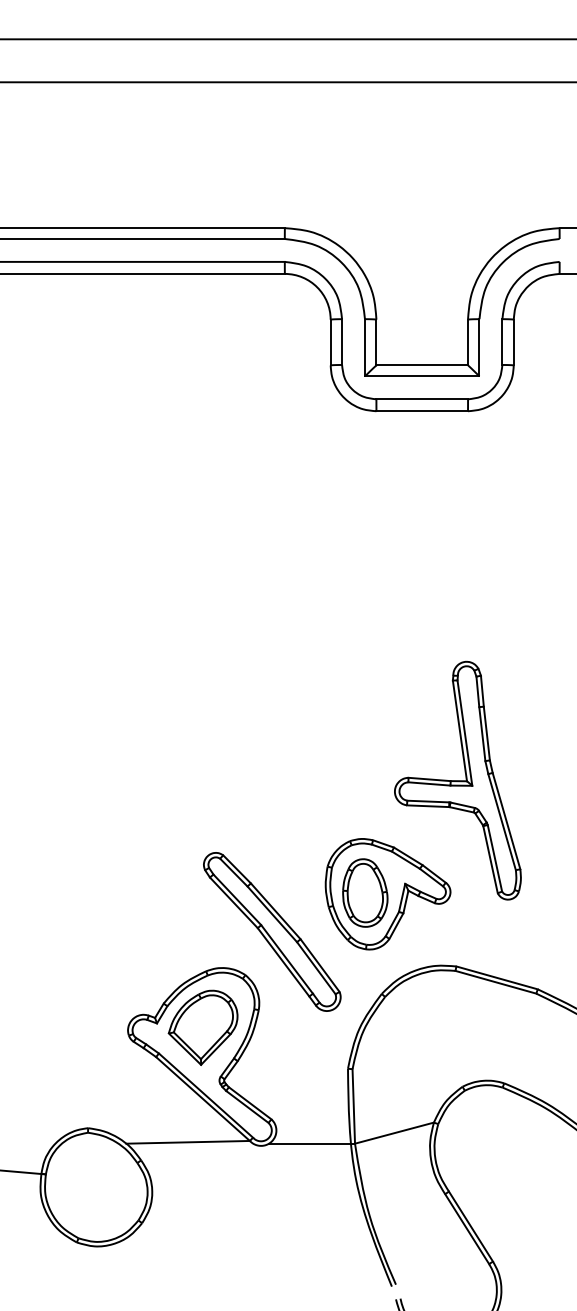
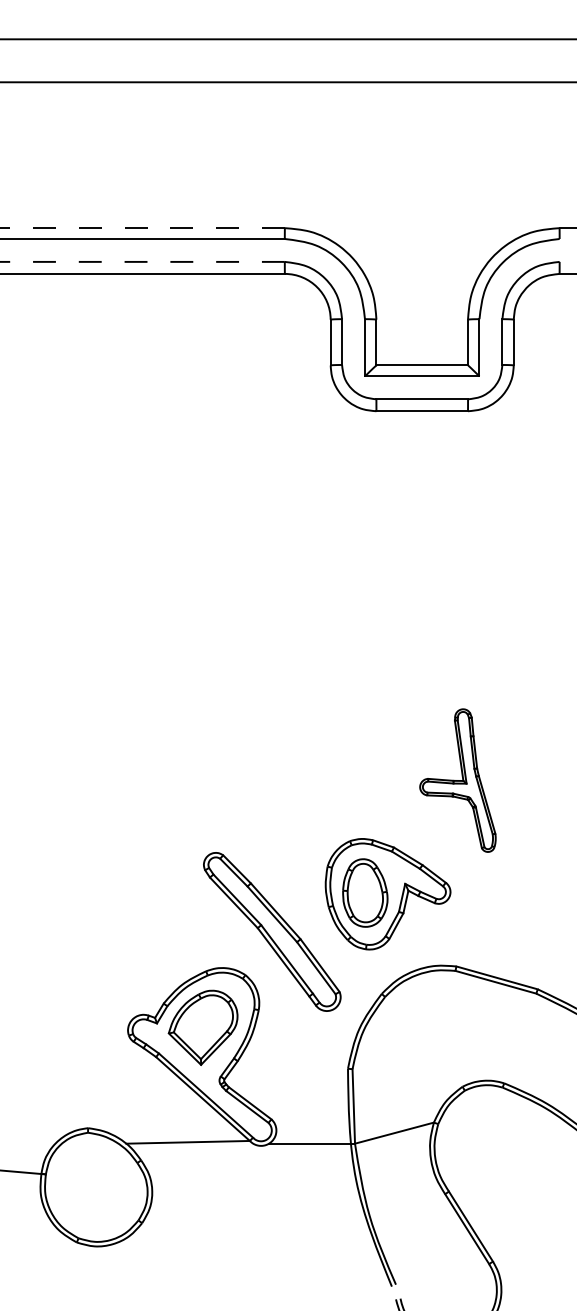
line at (141, 228): solid -> dashed
line at (142, 261): solid -> dashed
part at (457, 780) size: 128x241 px -> 78x145 px
